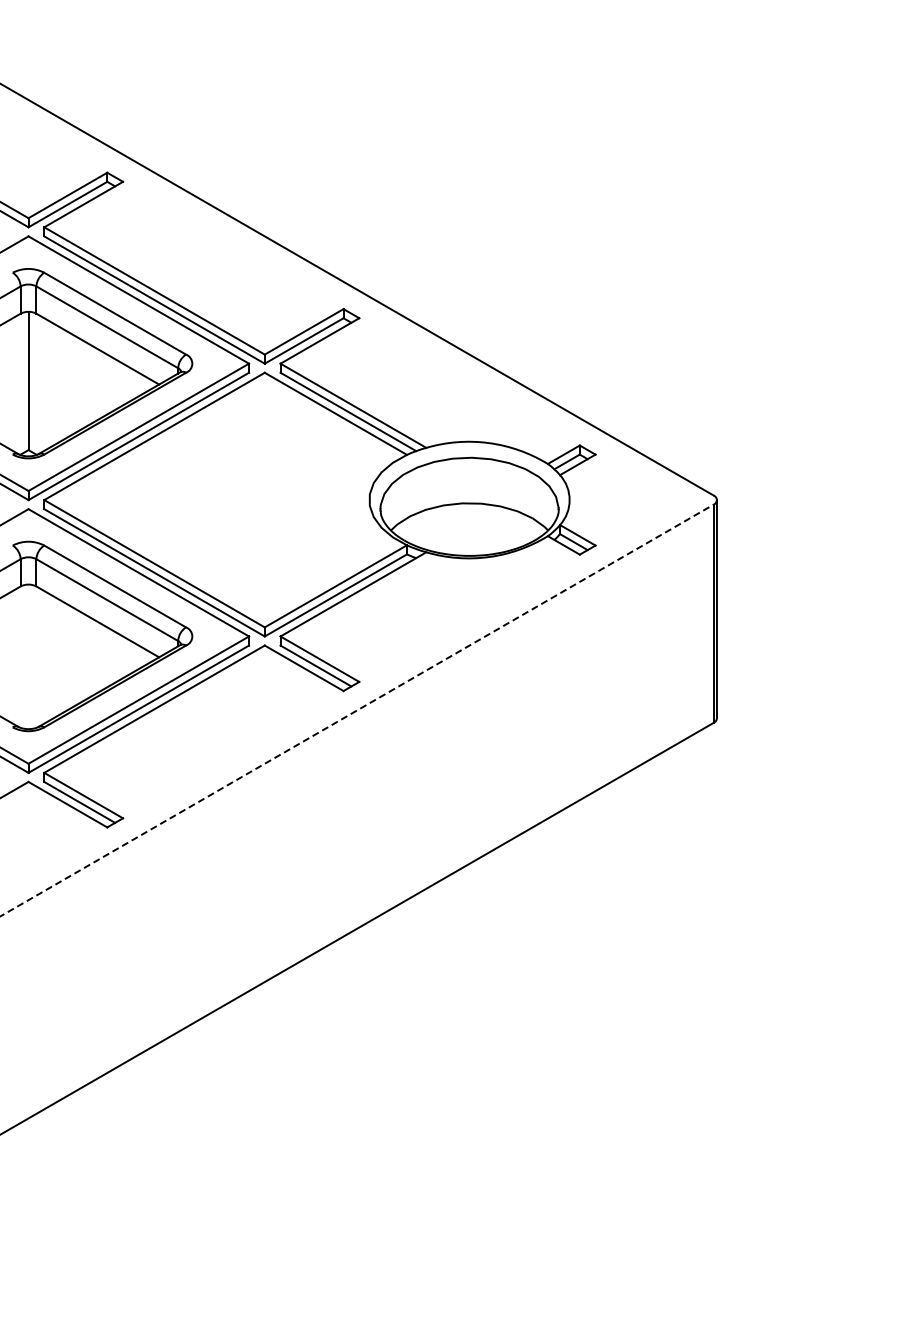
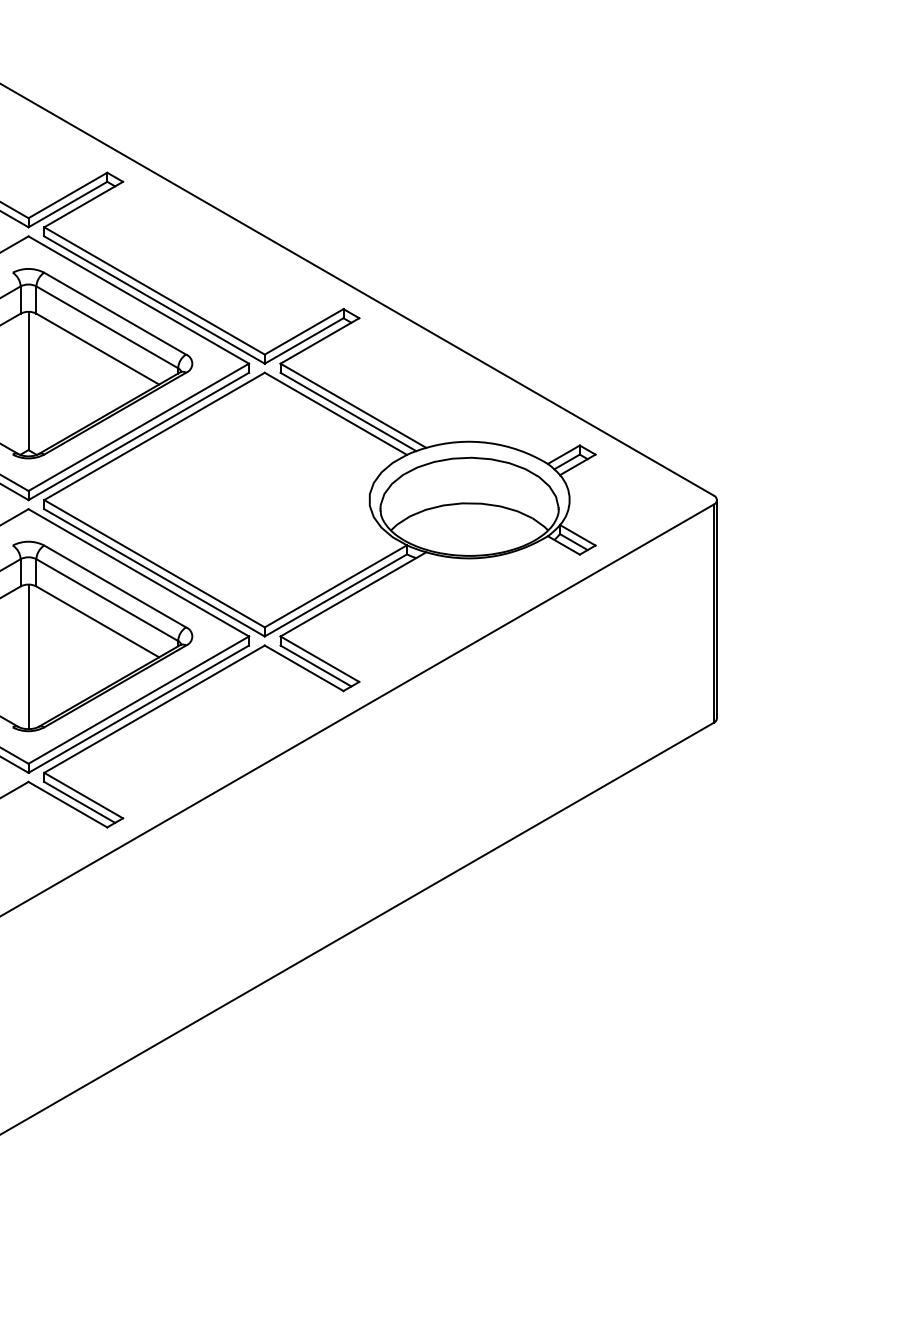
line at (28, 656): none -> present
line at (356, 710): dashed -> solid
